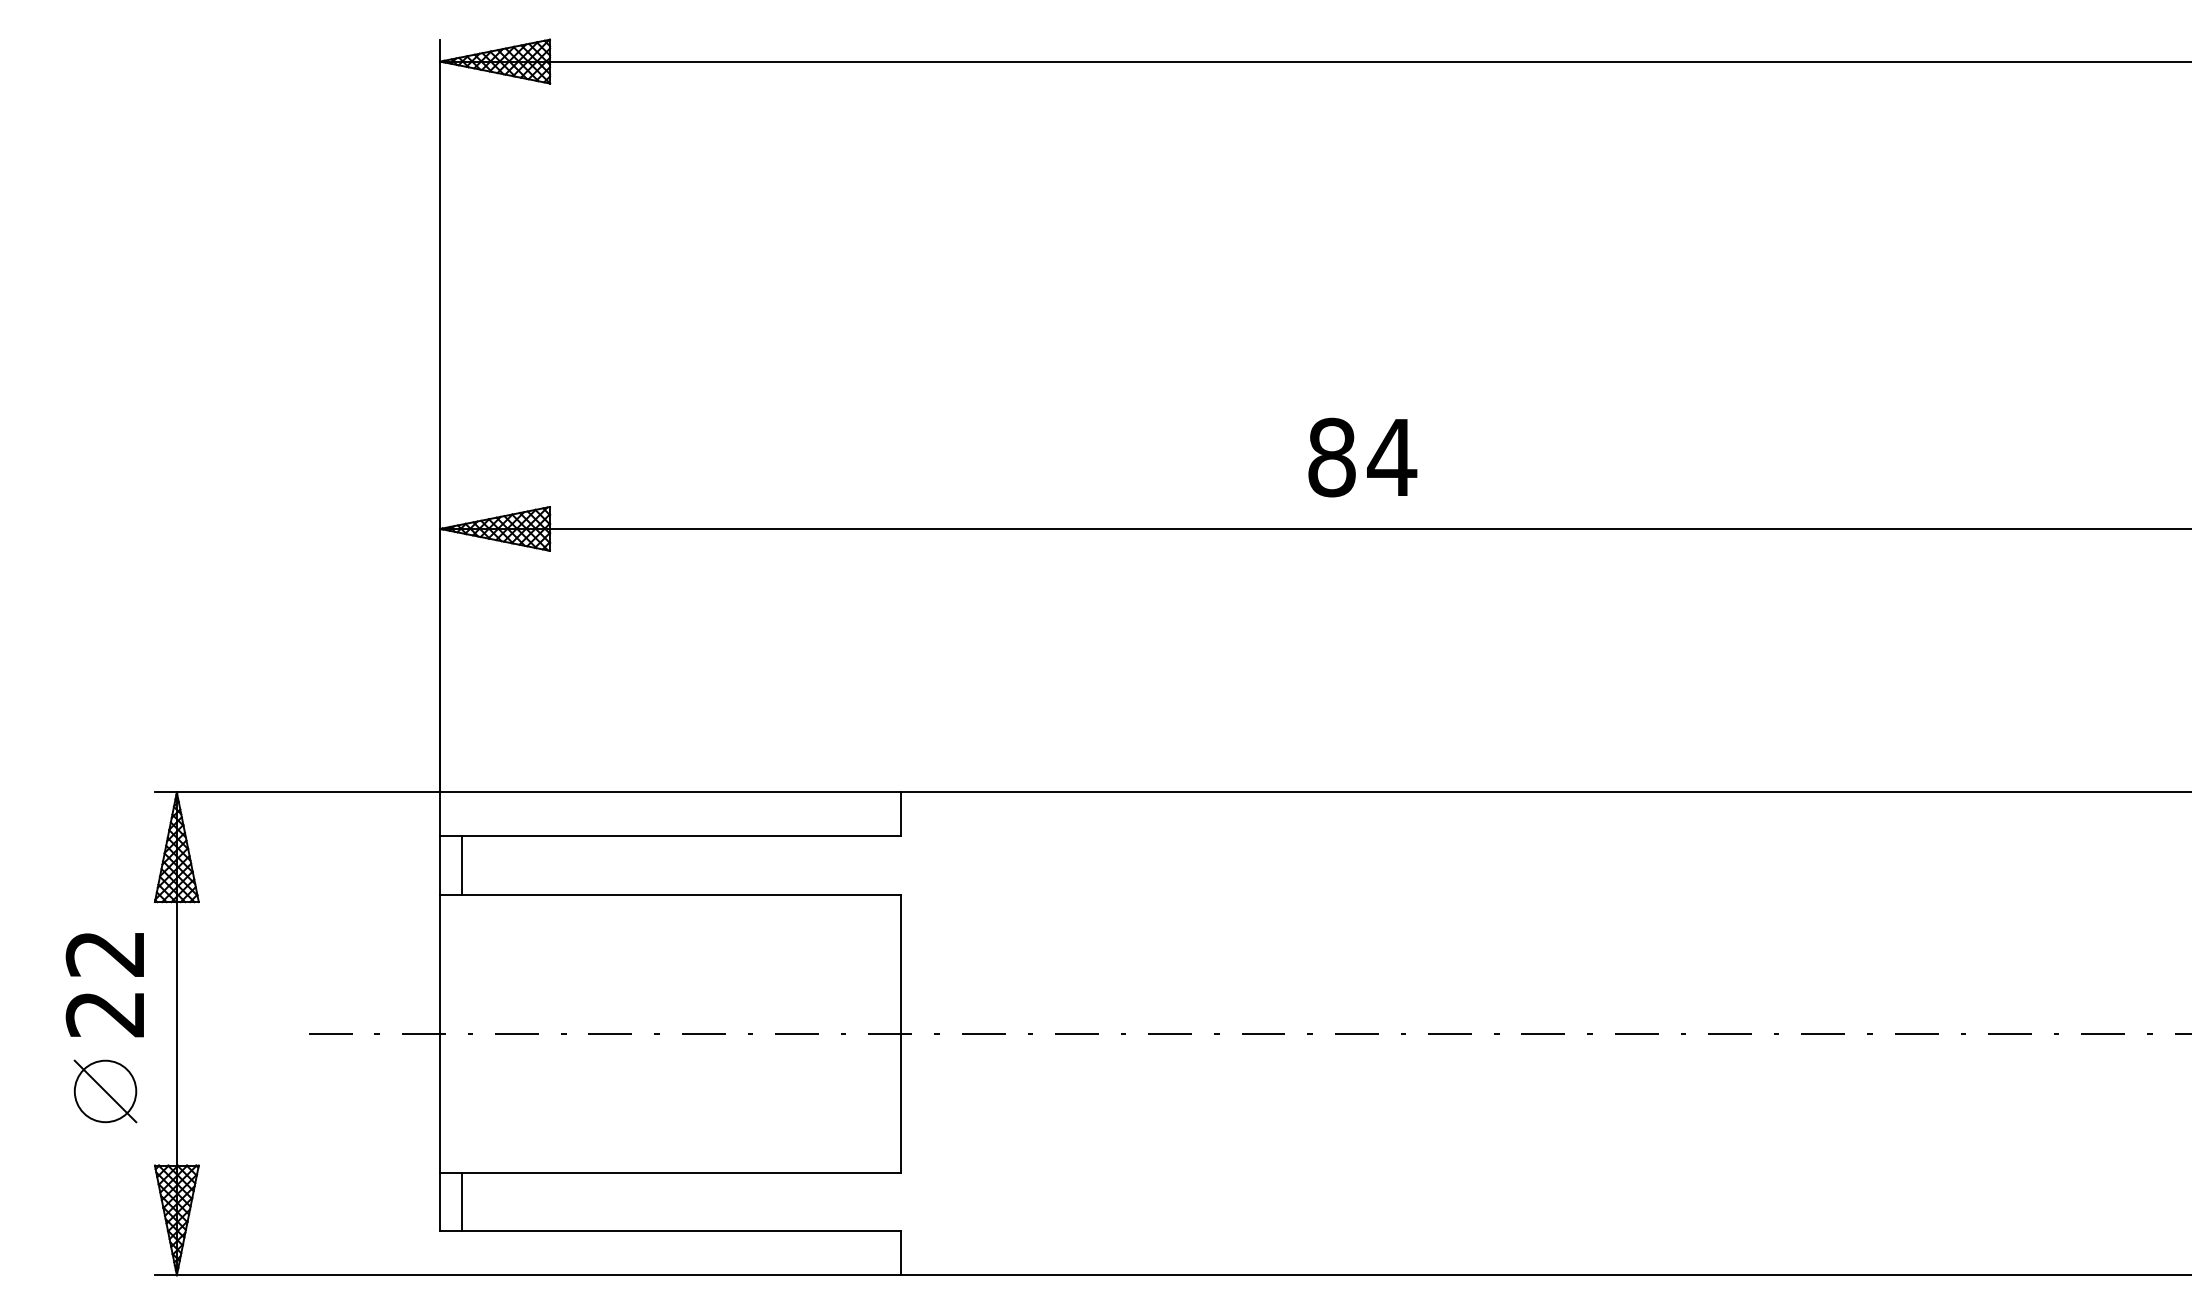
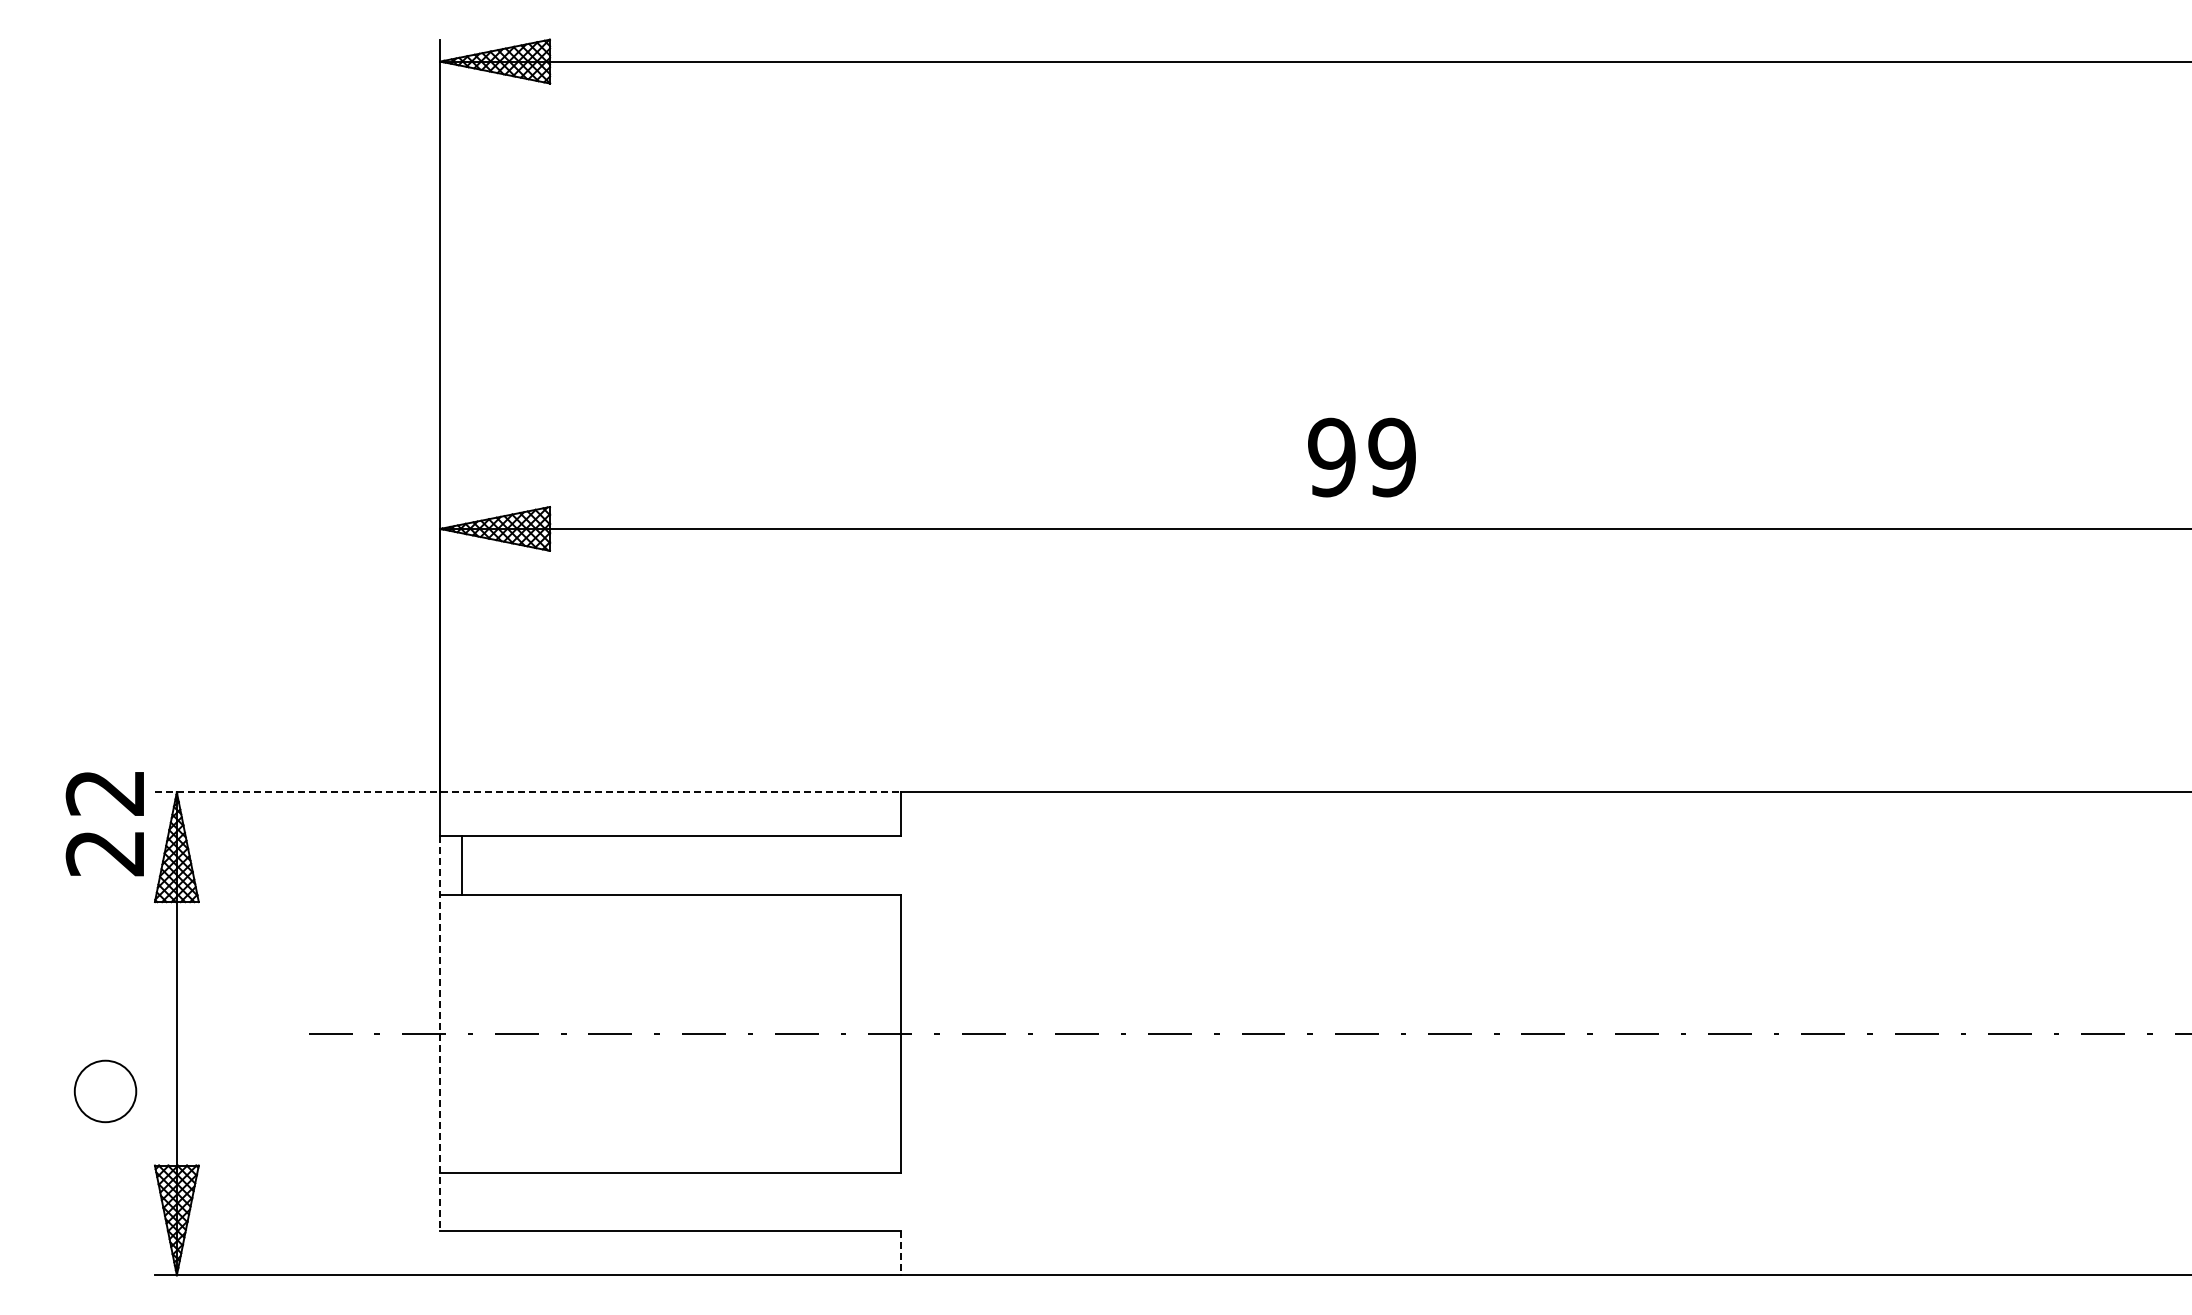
text at (1362, 457): 84 -> 99
line at (528, 792): solid -> dashed
text at (104, 985) position: (104, 985) -> (104, 824)
line at (440, 1033): solid -> dashed
line at (105, 1091): present -> none
line at (462, 1201): present -> none
line at (901, 1253): solid -> dashed
